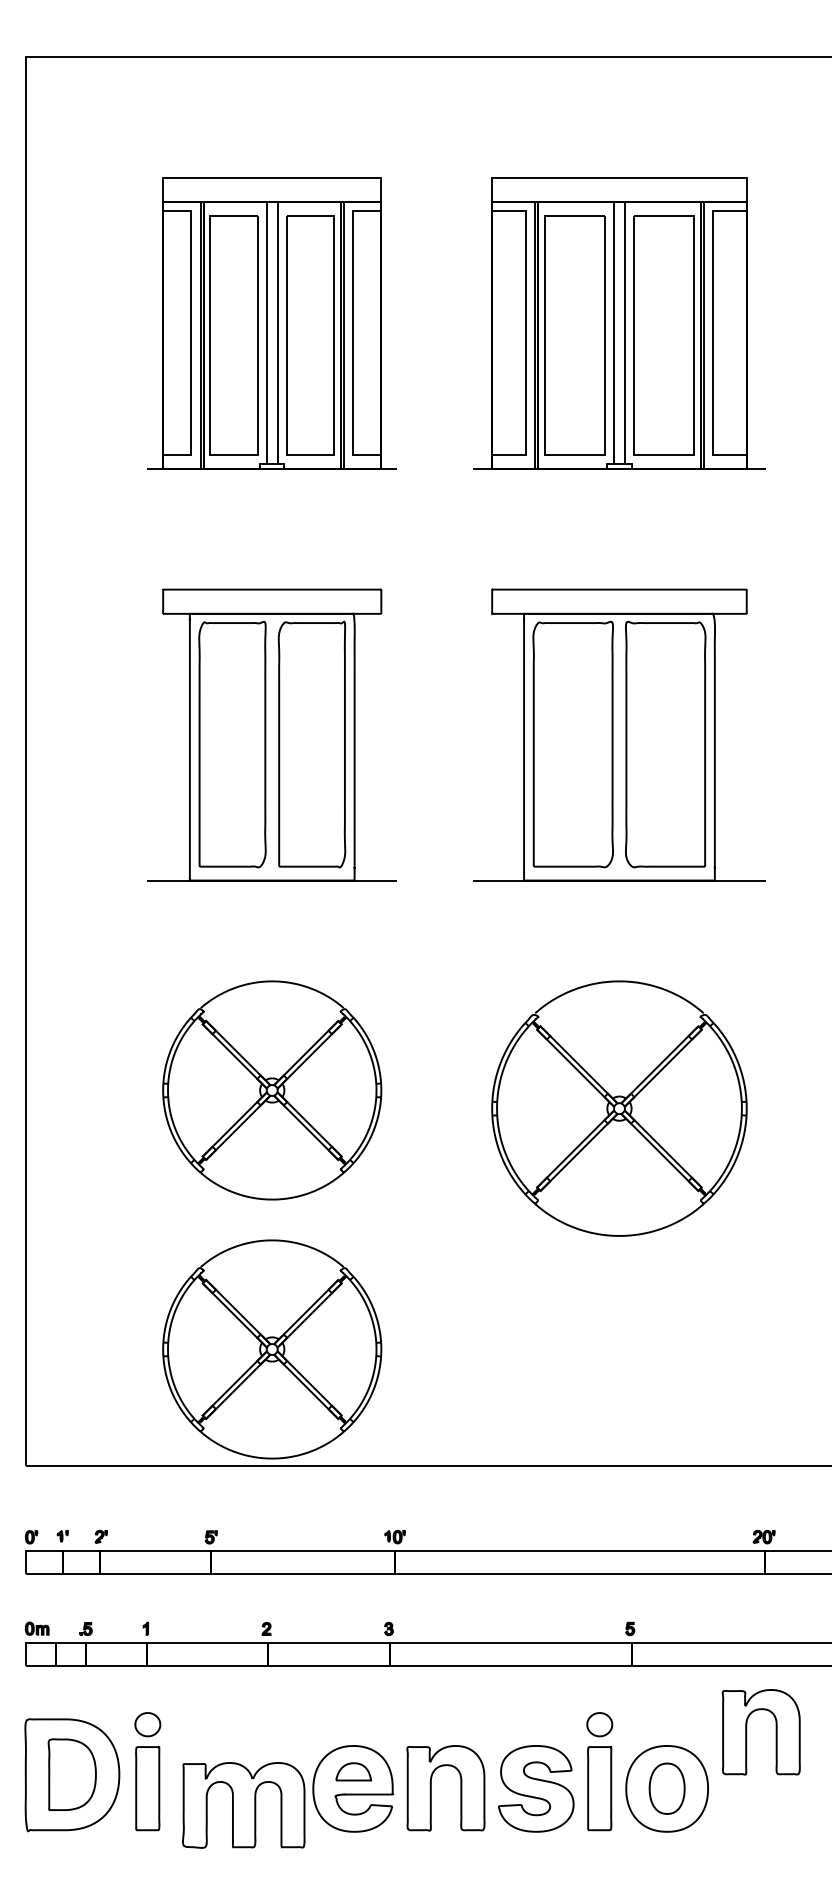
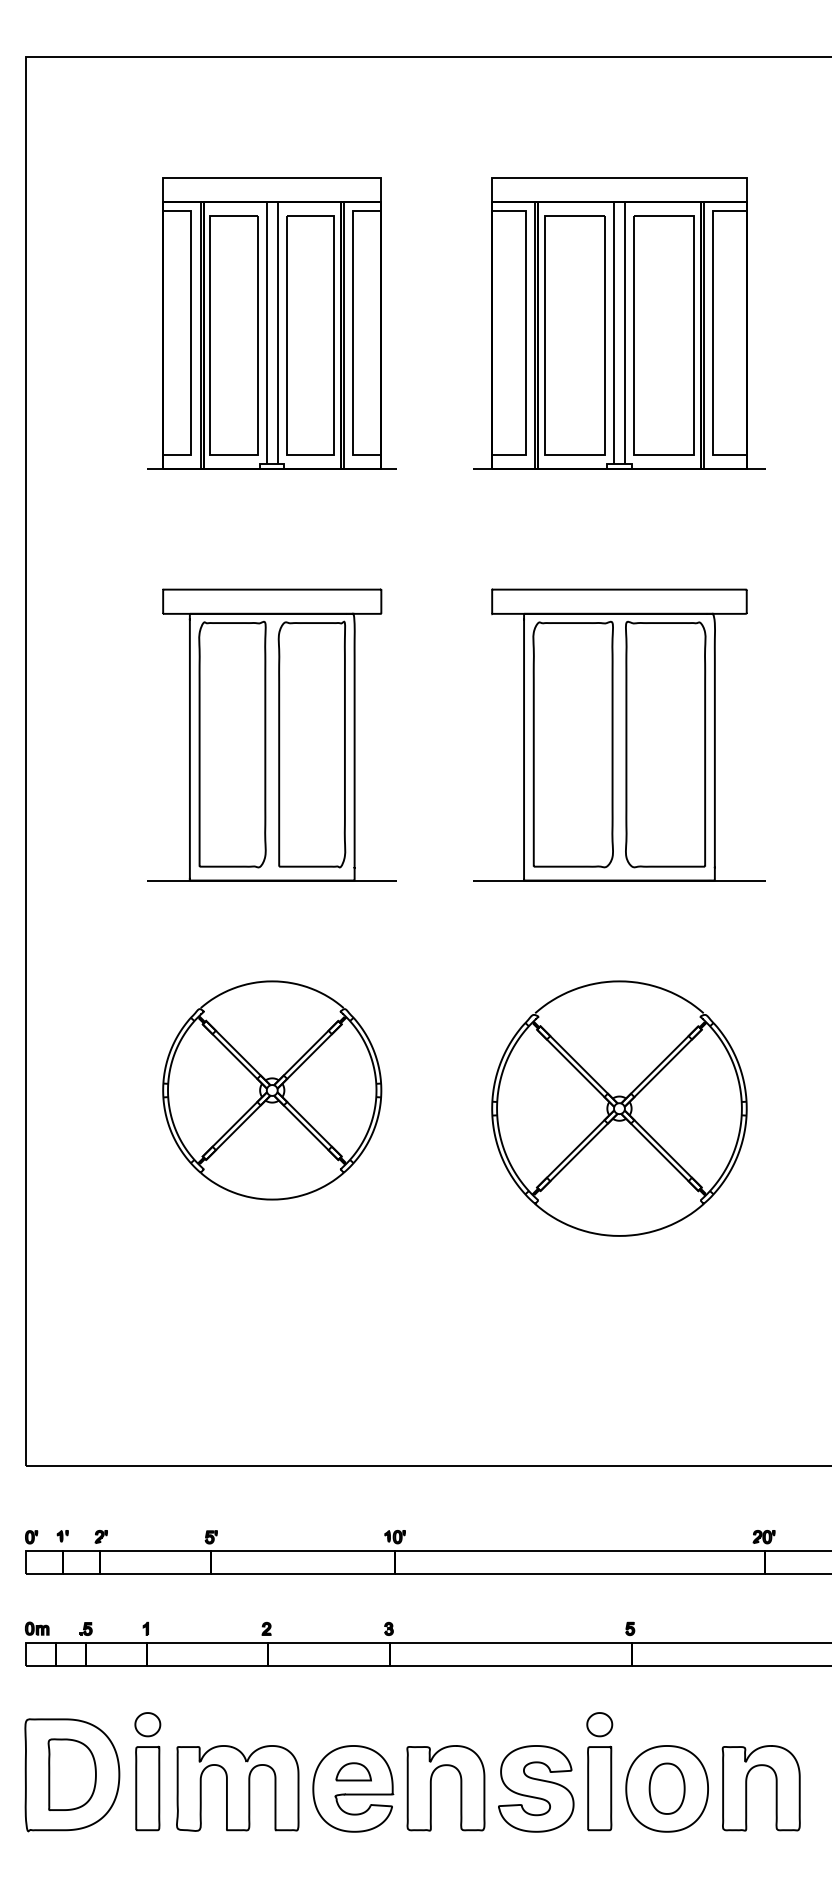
part at (272, 1349): present -> none
part at (747, 1732) position: (747, 1732) -> (747, 1788)
part at (243, 1805) position: (243, 1805) -> (237, 1788)
